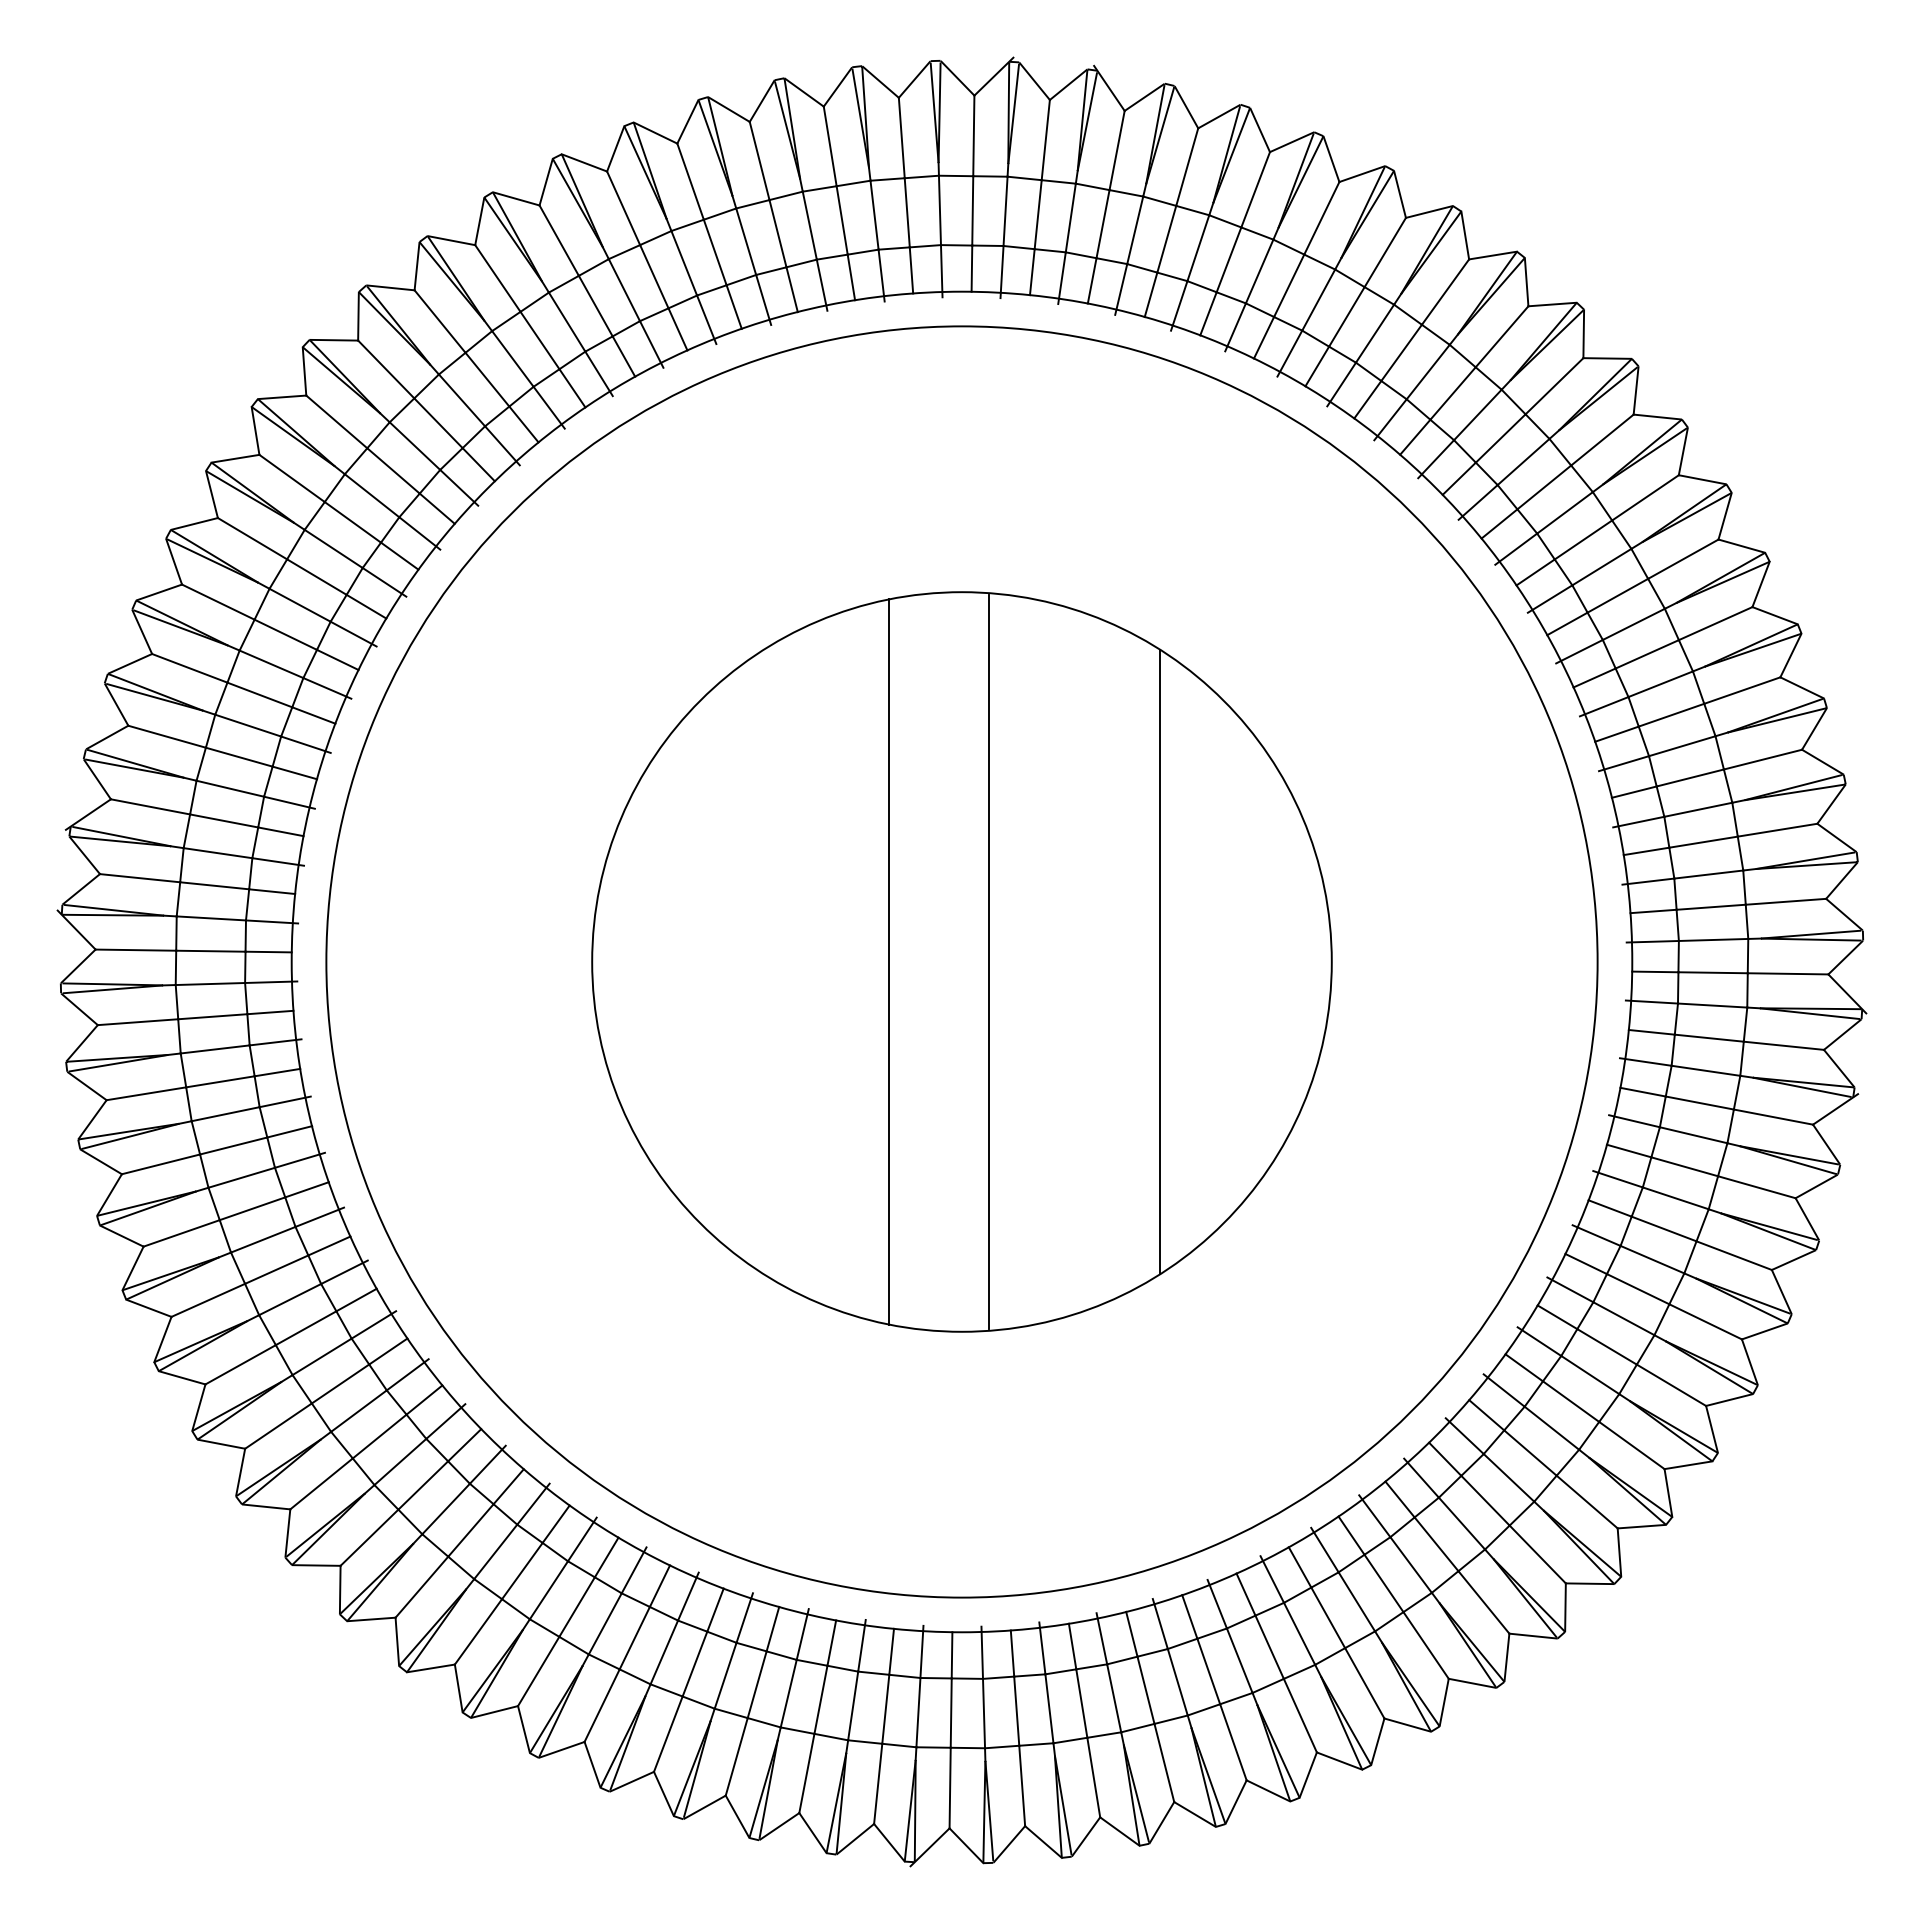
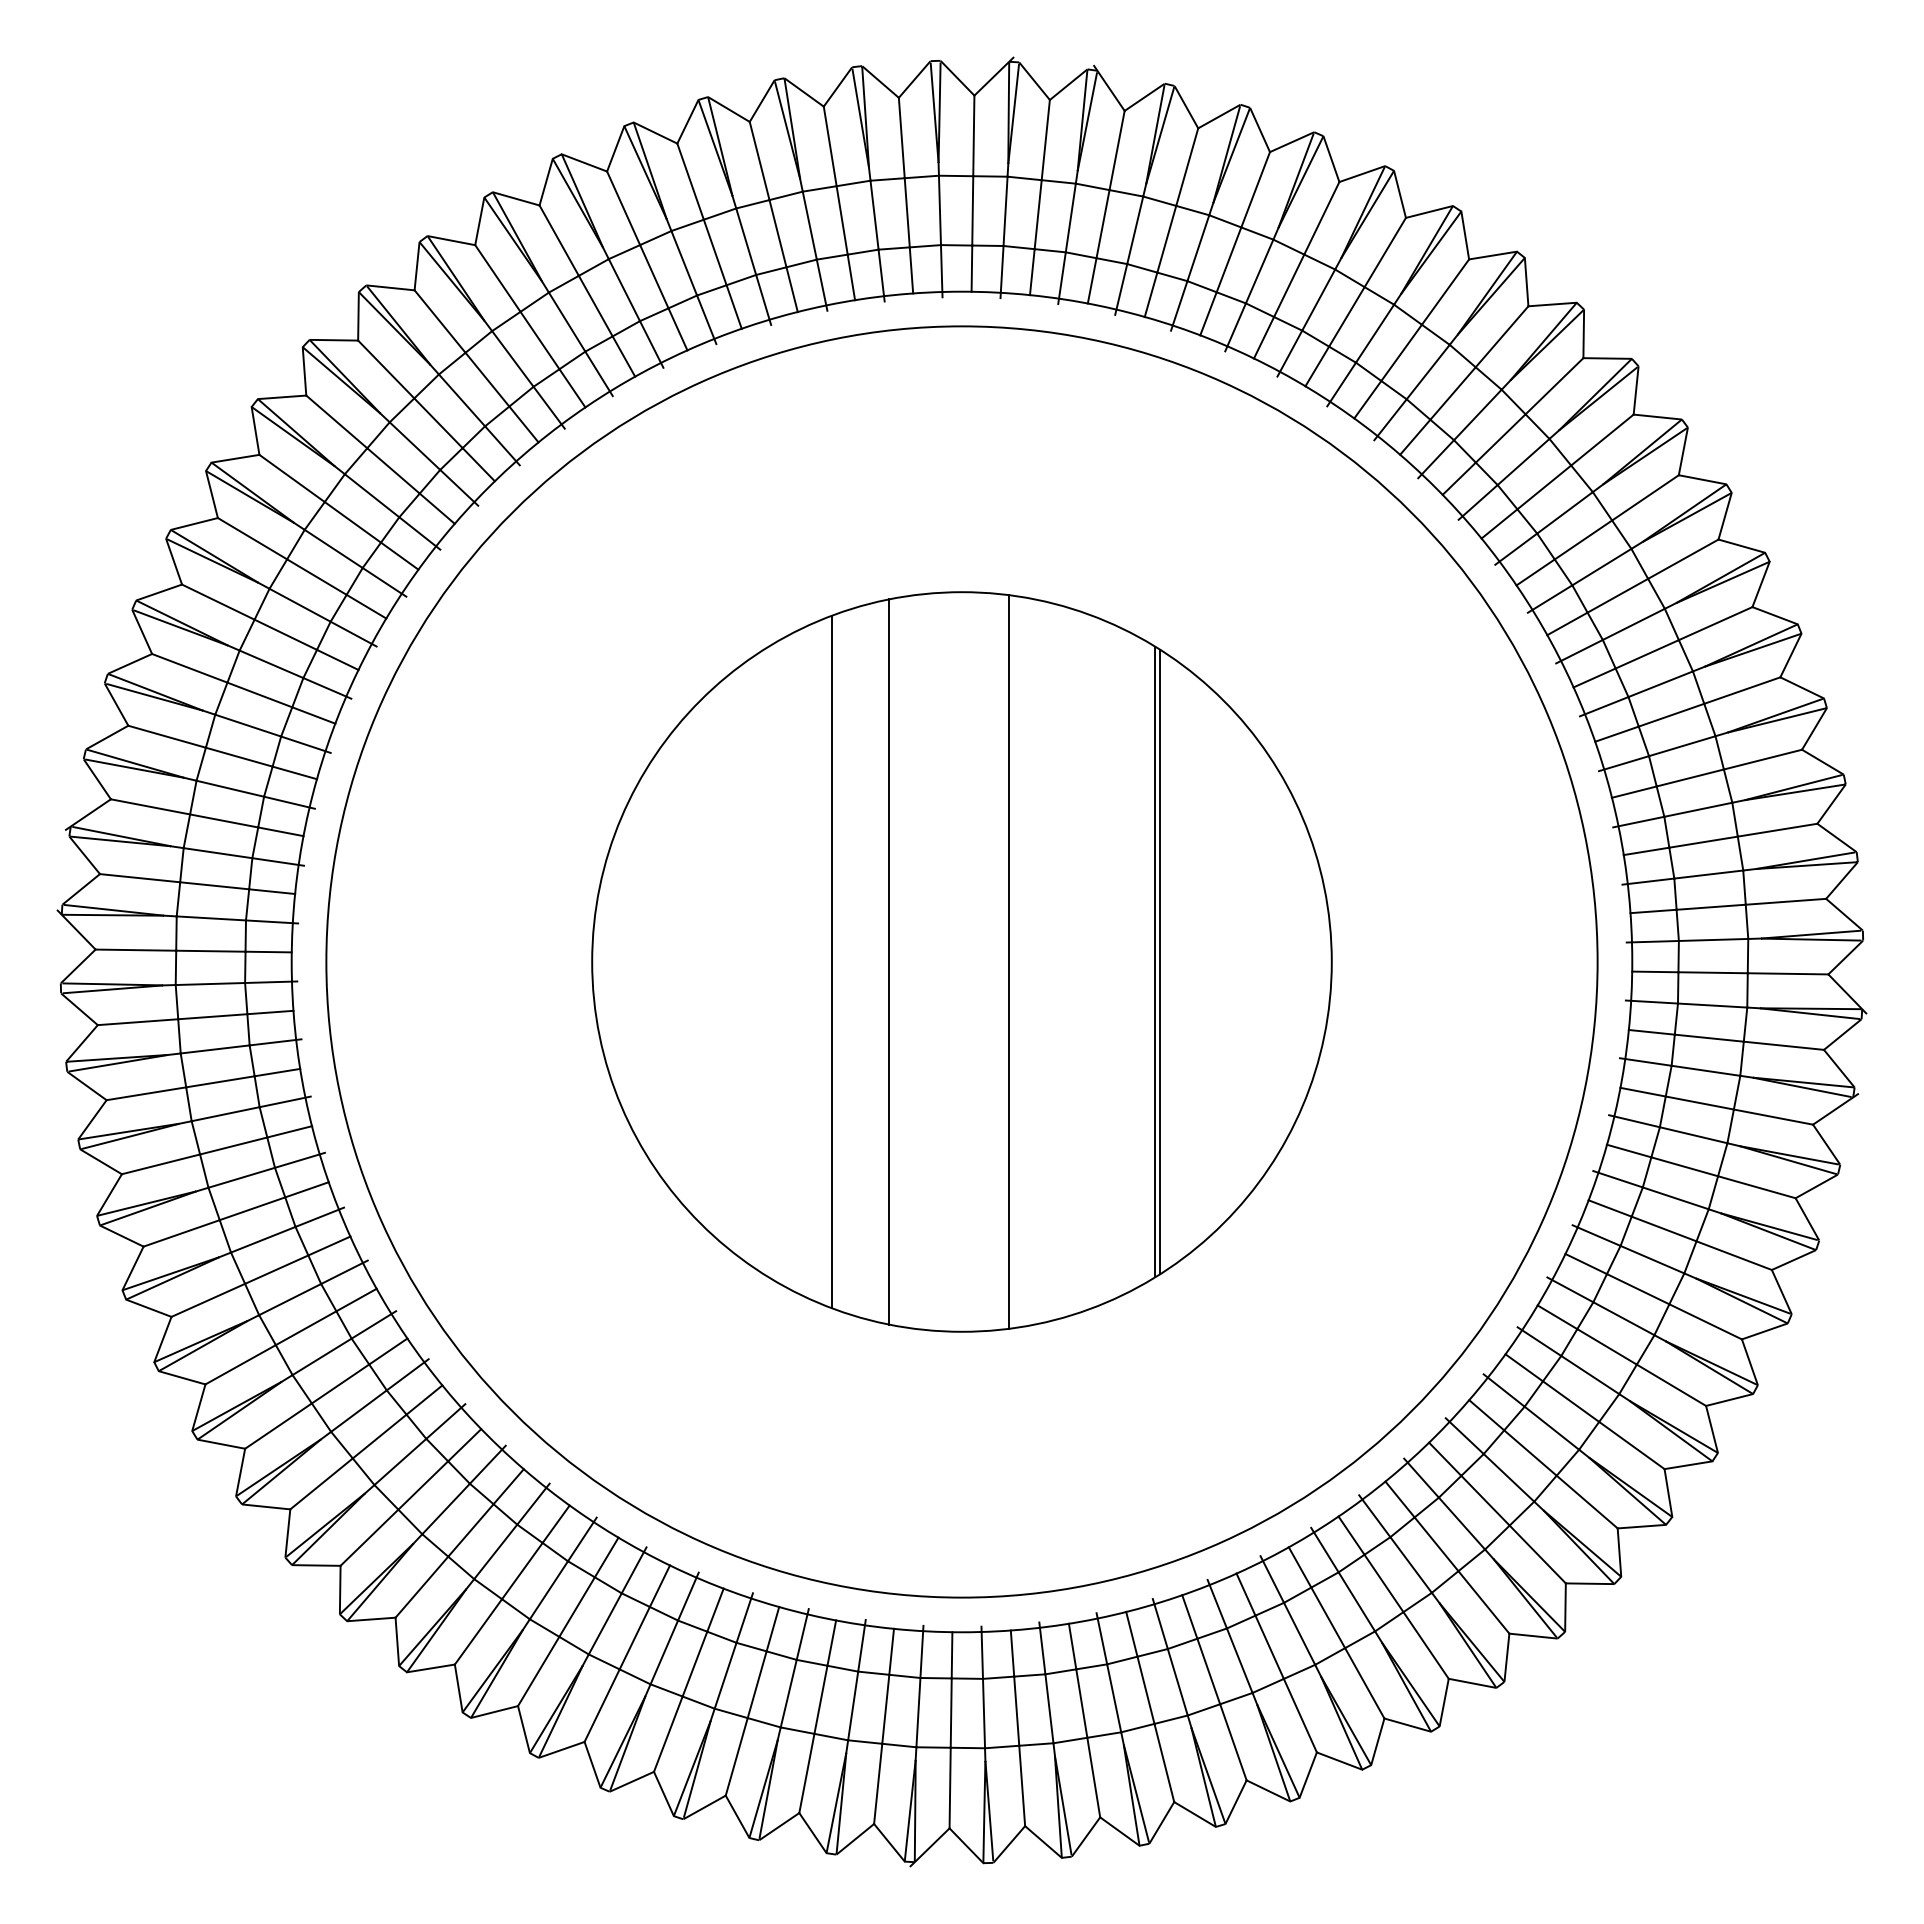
line at (831, 961): none -> present
line at (989, 961) position: (989, 961) -> (1009, 961)
line at (1155, 961): none -> present
